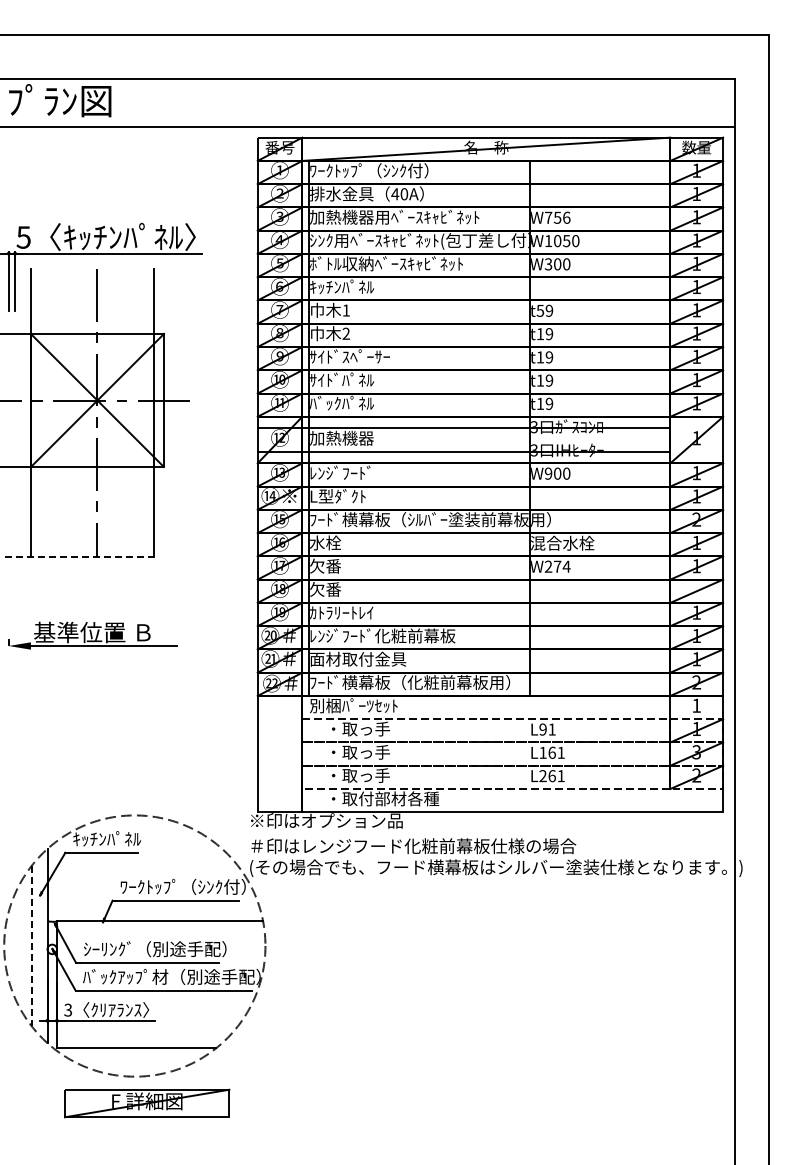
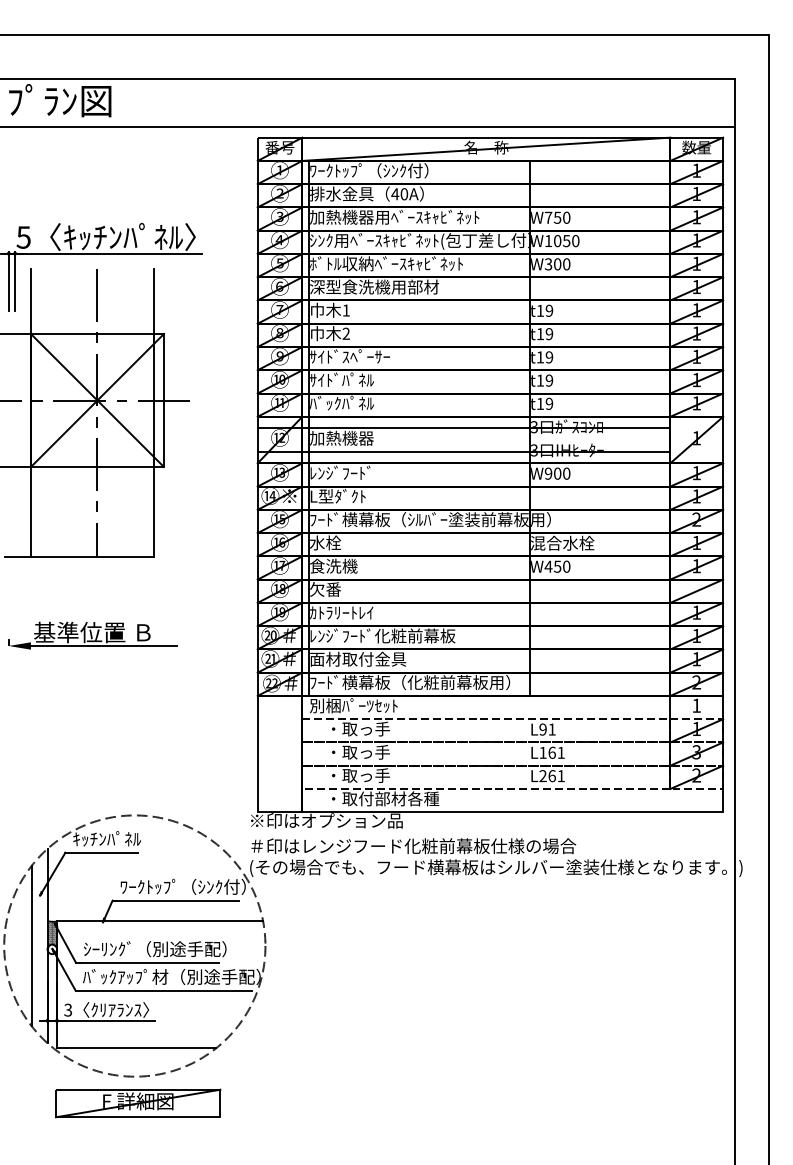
text at (566, 217): W756 -> W750
text at (374, 286): ｷｯﾁﾝﾊﾟﾈﾙ -> 深型食洗機用部材
text at (540, 310): t59 -> t19
line at (79, 557): dashed -> solid
text at (333, 565): 欠番 -> 食洗機
text at (557, 566): W274 -> W450
hatch at (51, 934): none -> present
line at (31, 946): dashed -> solid
part at (147, 1103) position: (147, 1103) -> (138, 1103)
